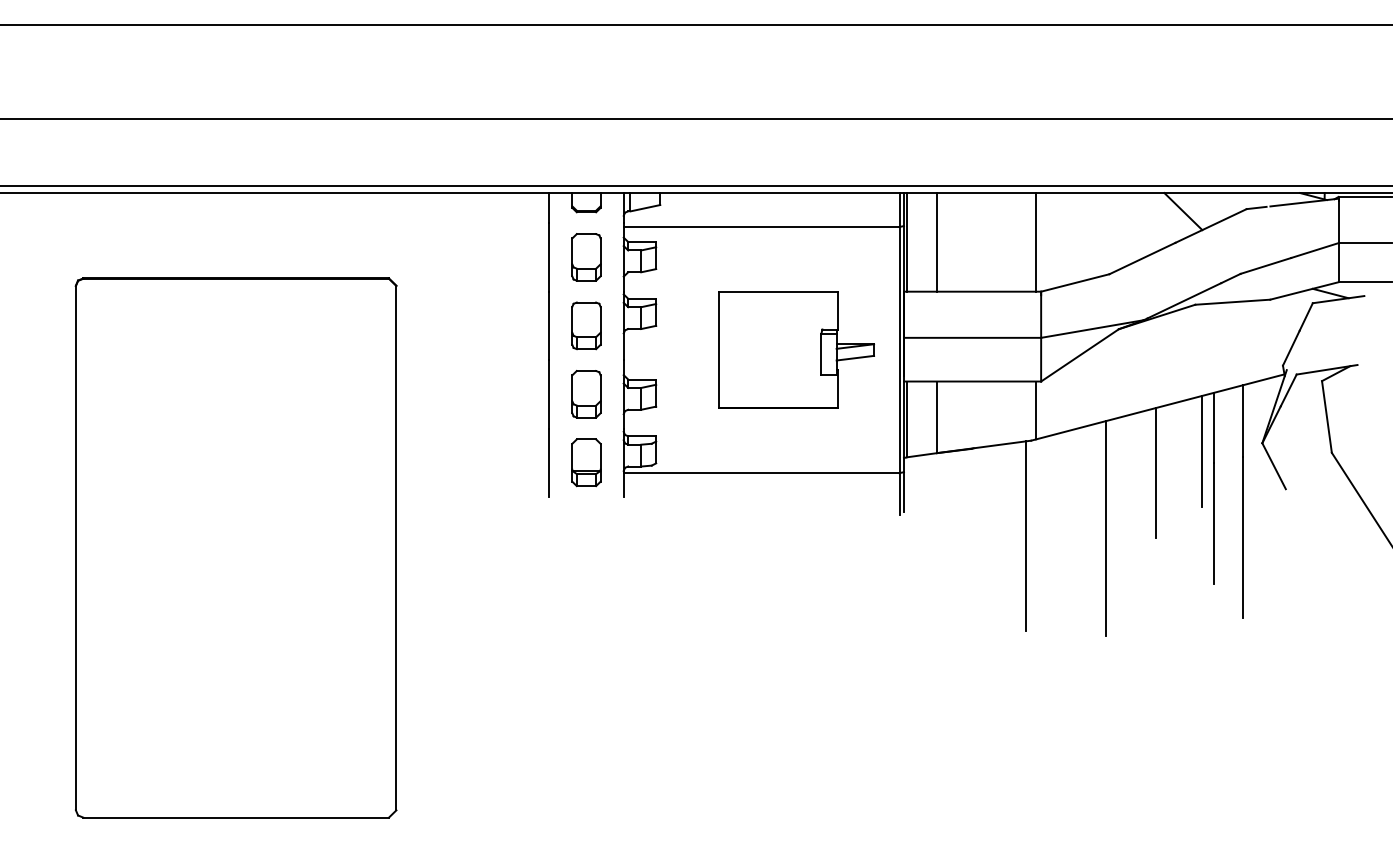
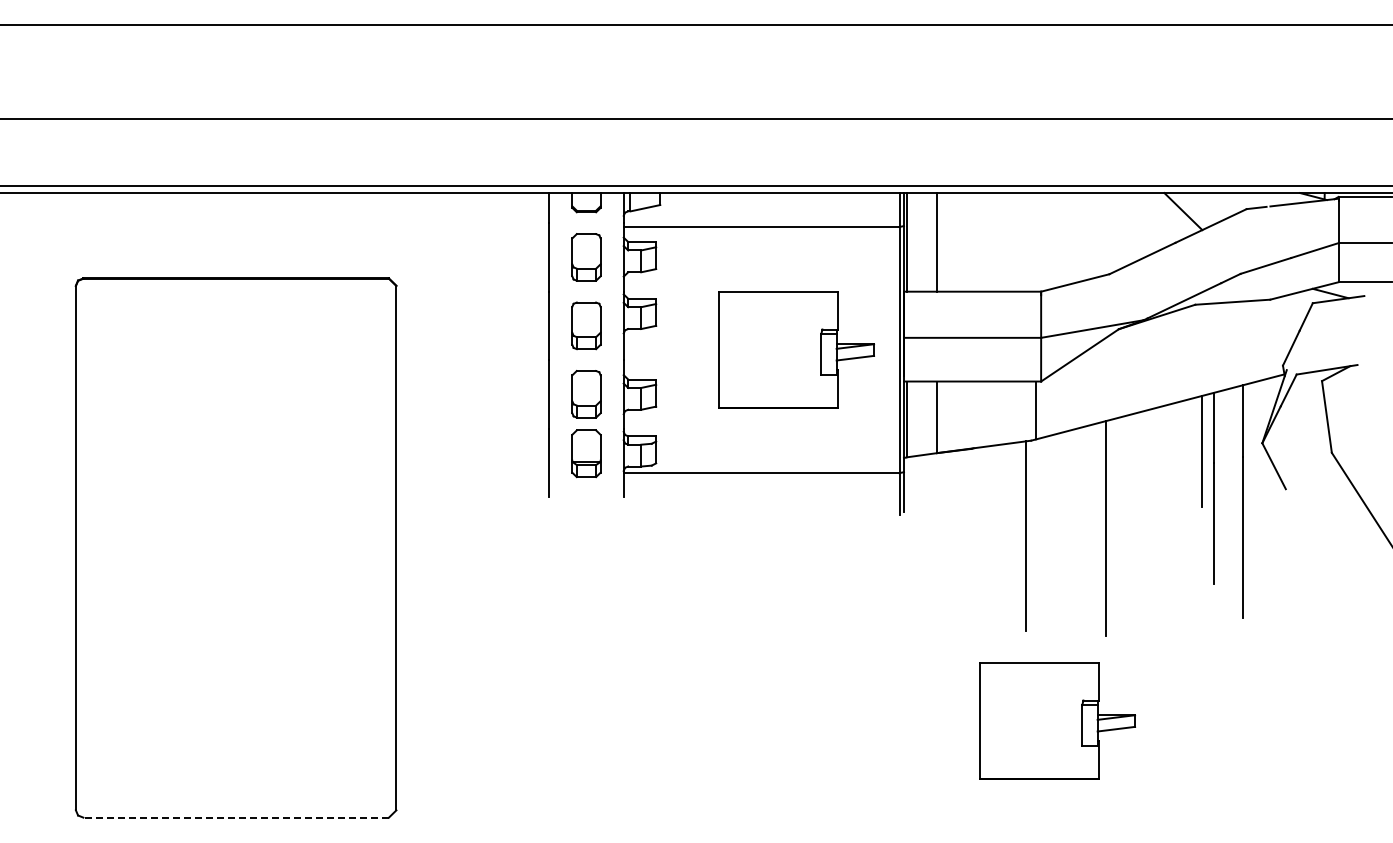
line at (1036, 242): present -> none
part at (586, 462) position: (586, 462) -> (586, 453)
line at (1156, 472): present -> none
part at (1057, 720): none -> present
line at (236, 817): solid -> dashed
